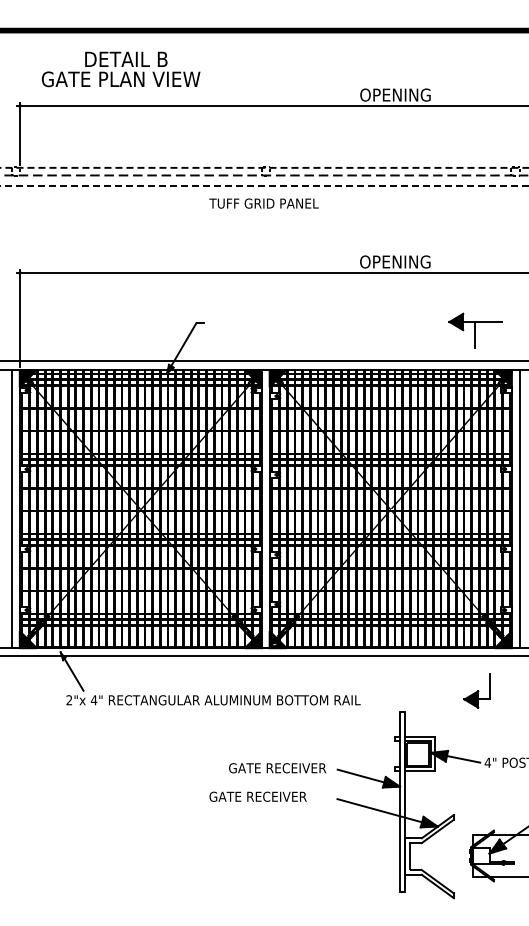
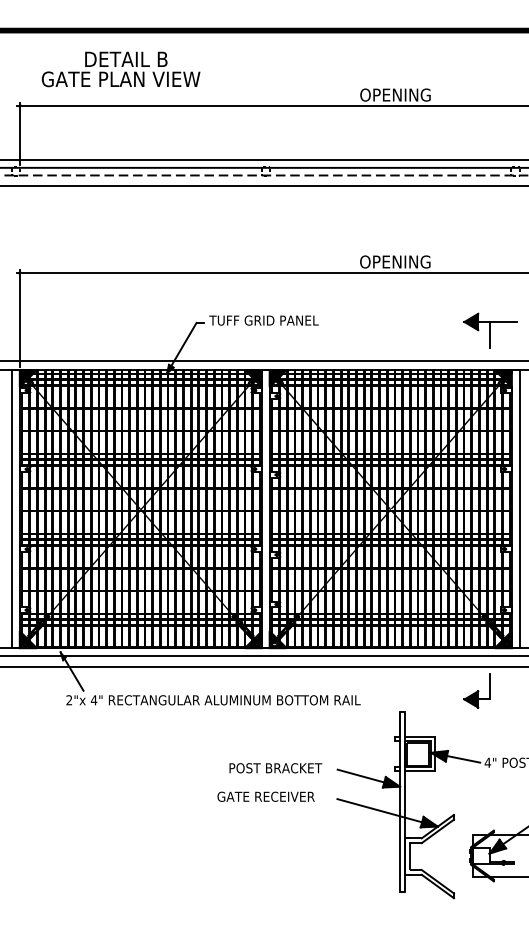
line at (263, 160): none -> present
line at (264, 167): dashed -> solid
line at (264, 185): dashed -> solid
text at (263, 203) position: (263, 203) -> (263, 320)
part at (475, 330) position: (475, 330) -> (490, 330)
line at (263, 667): none -> present
text at (277, 768): GATE RECEIVER -> POST BRACKET
text at (257, 796) position: (257, 796) -> (265, 796)
